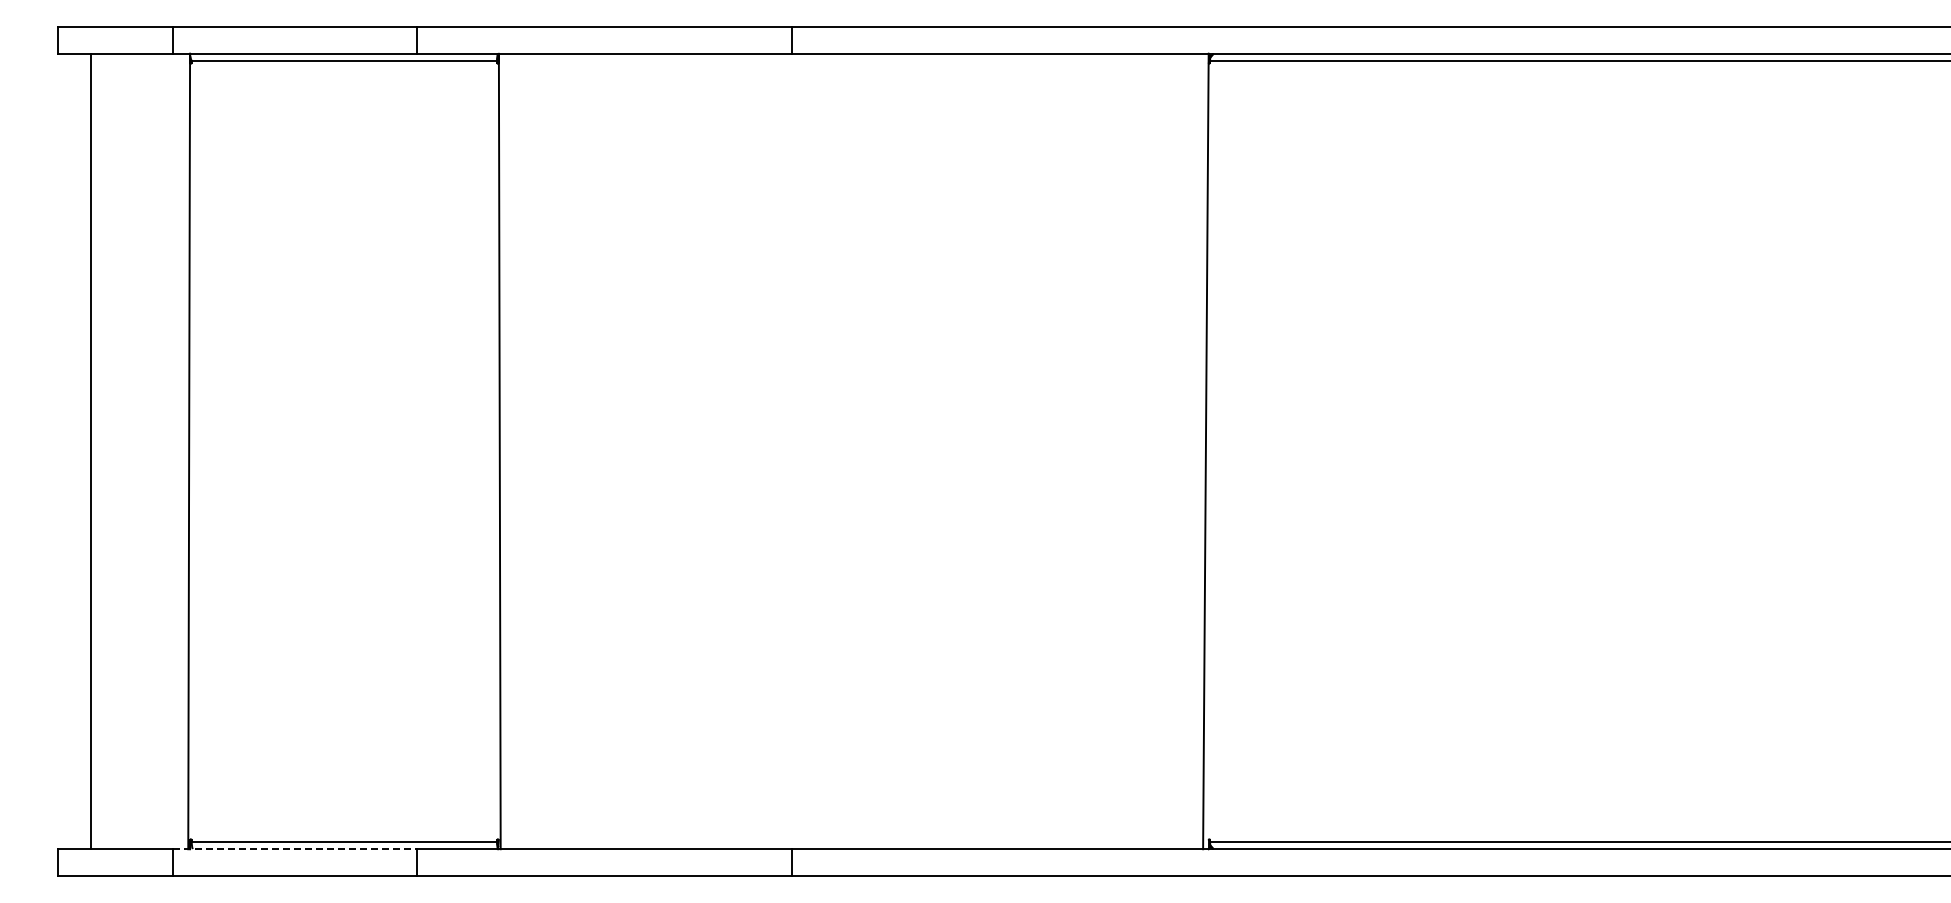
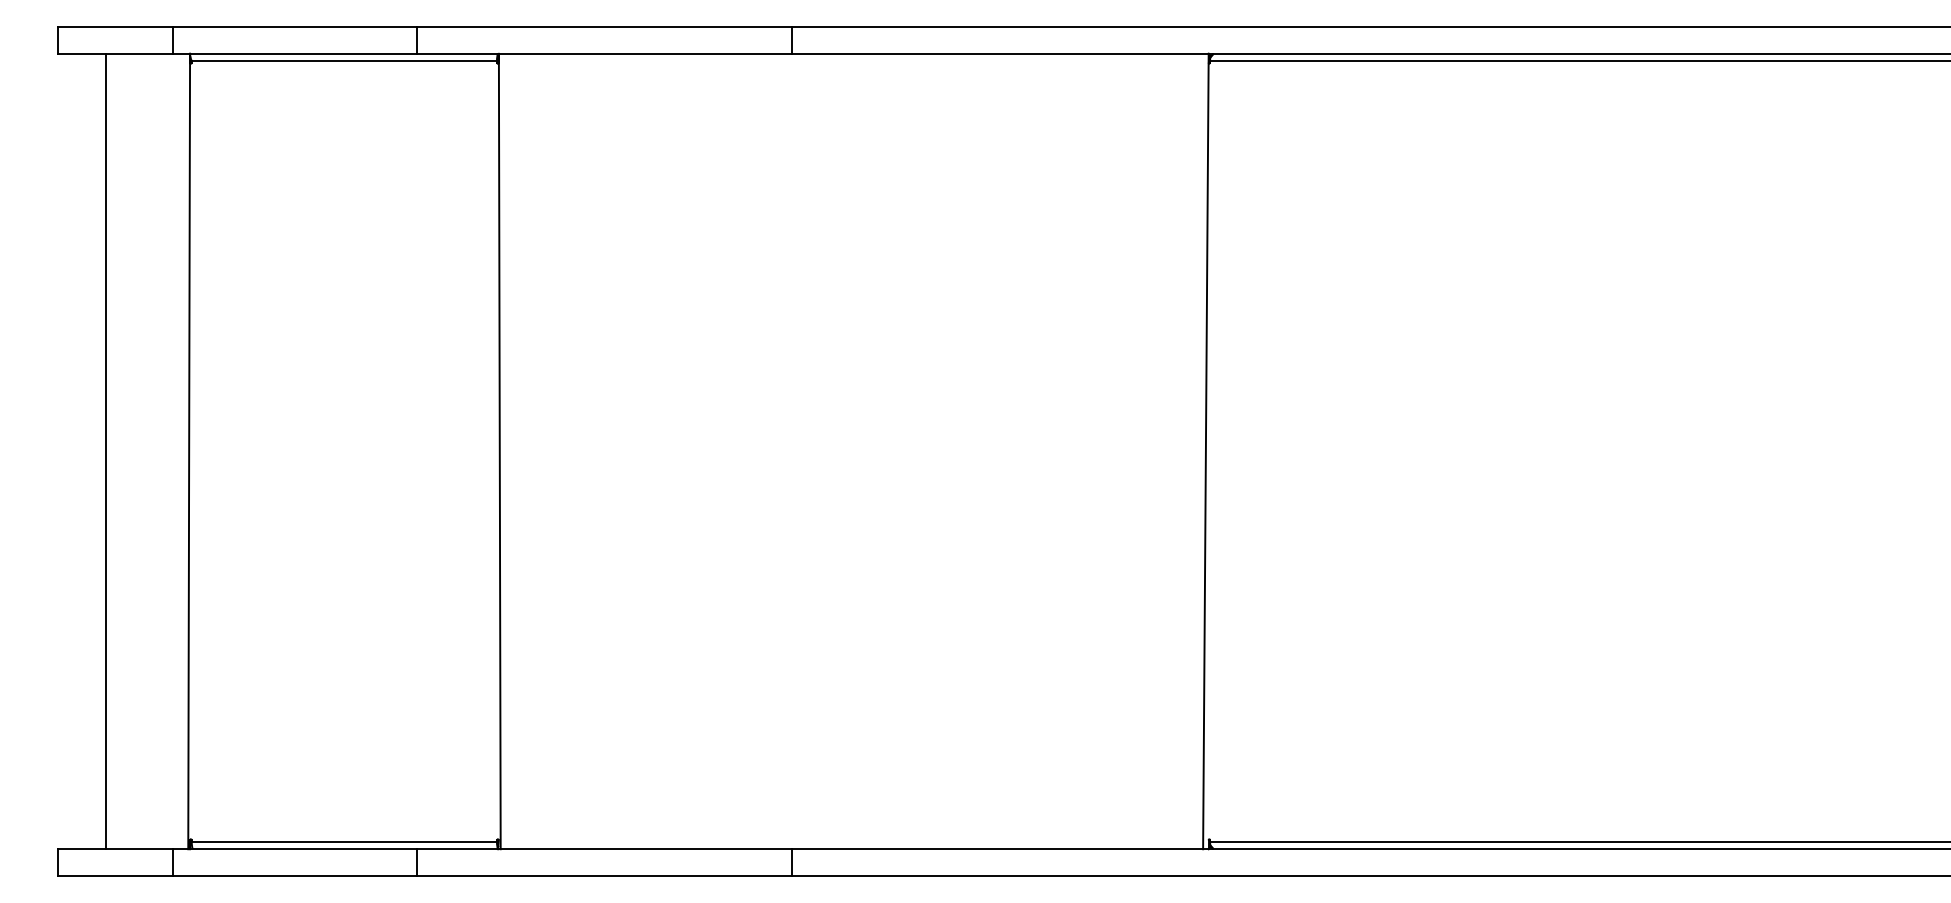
line at (91, 451) position: (91, 451) -> (106, 451)
line at (295, 849): dashed -> solid
